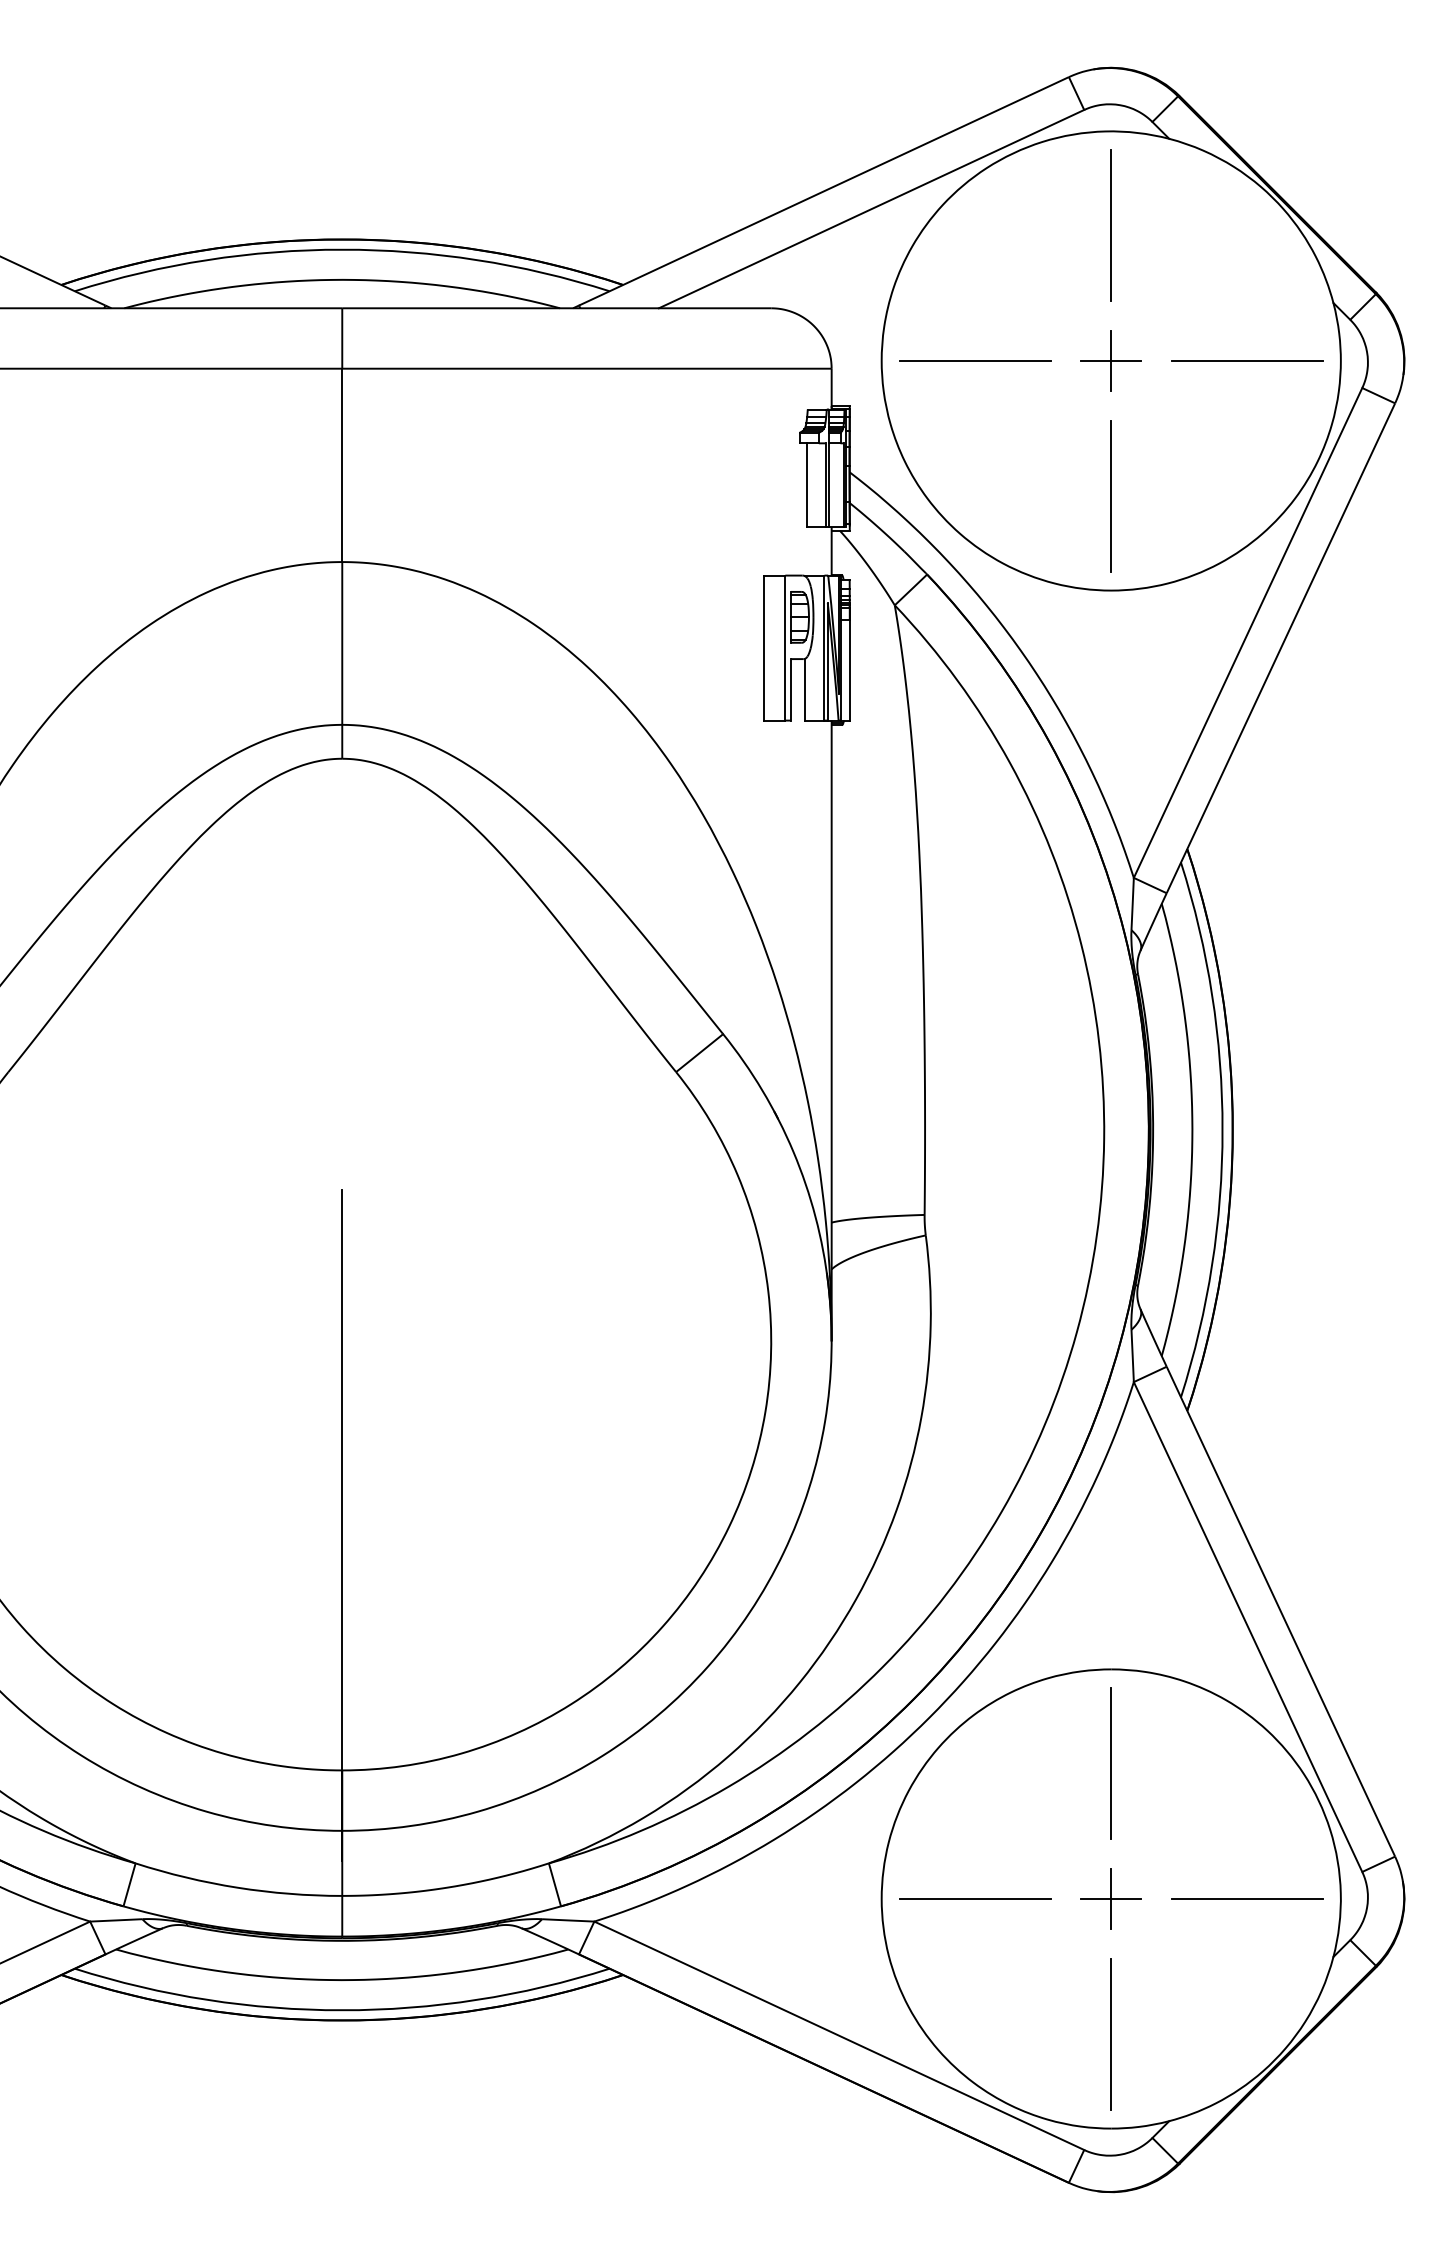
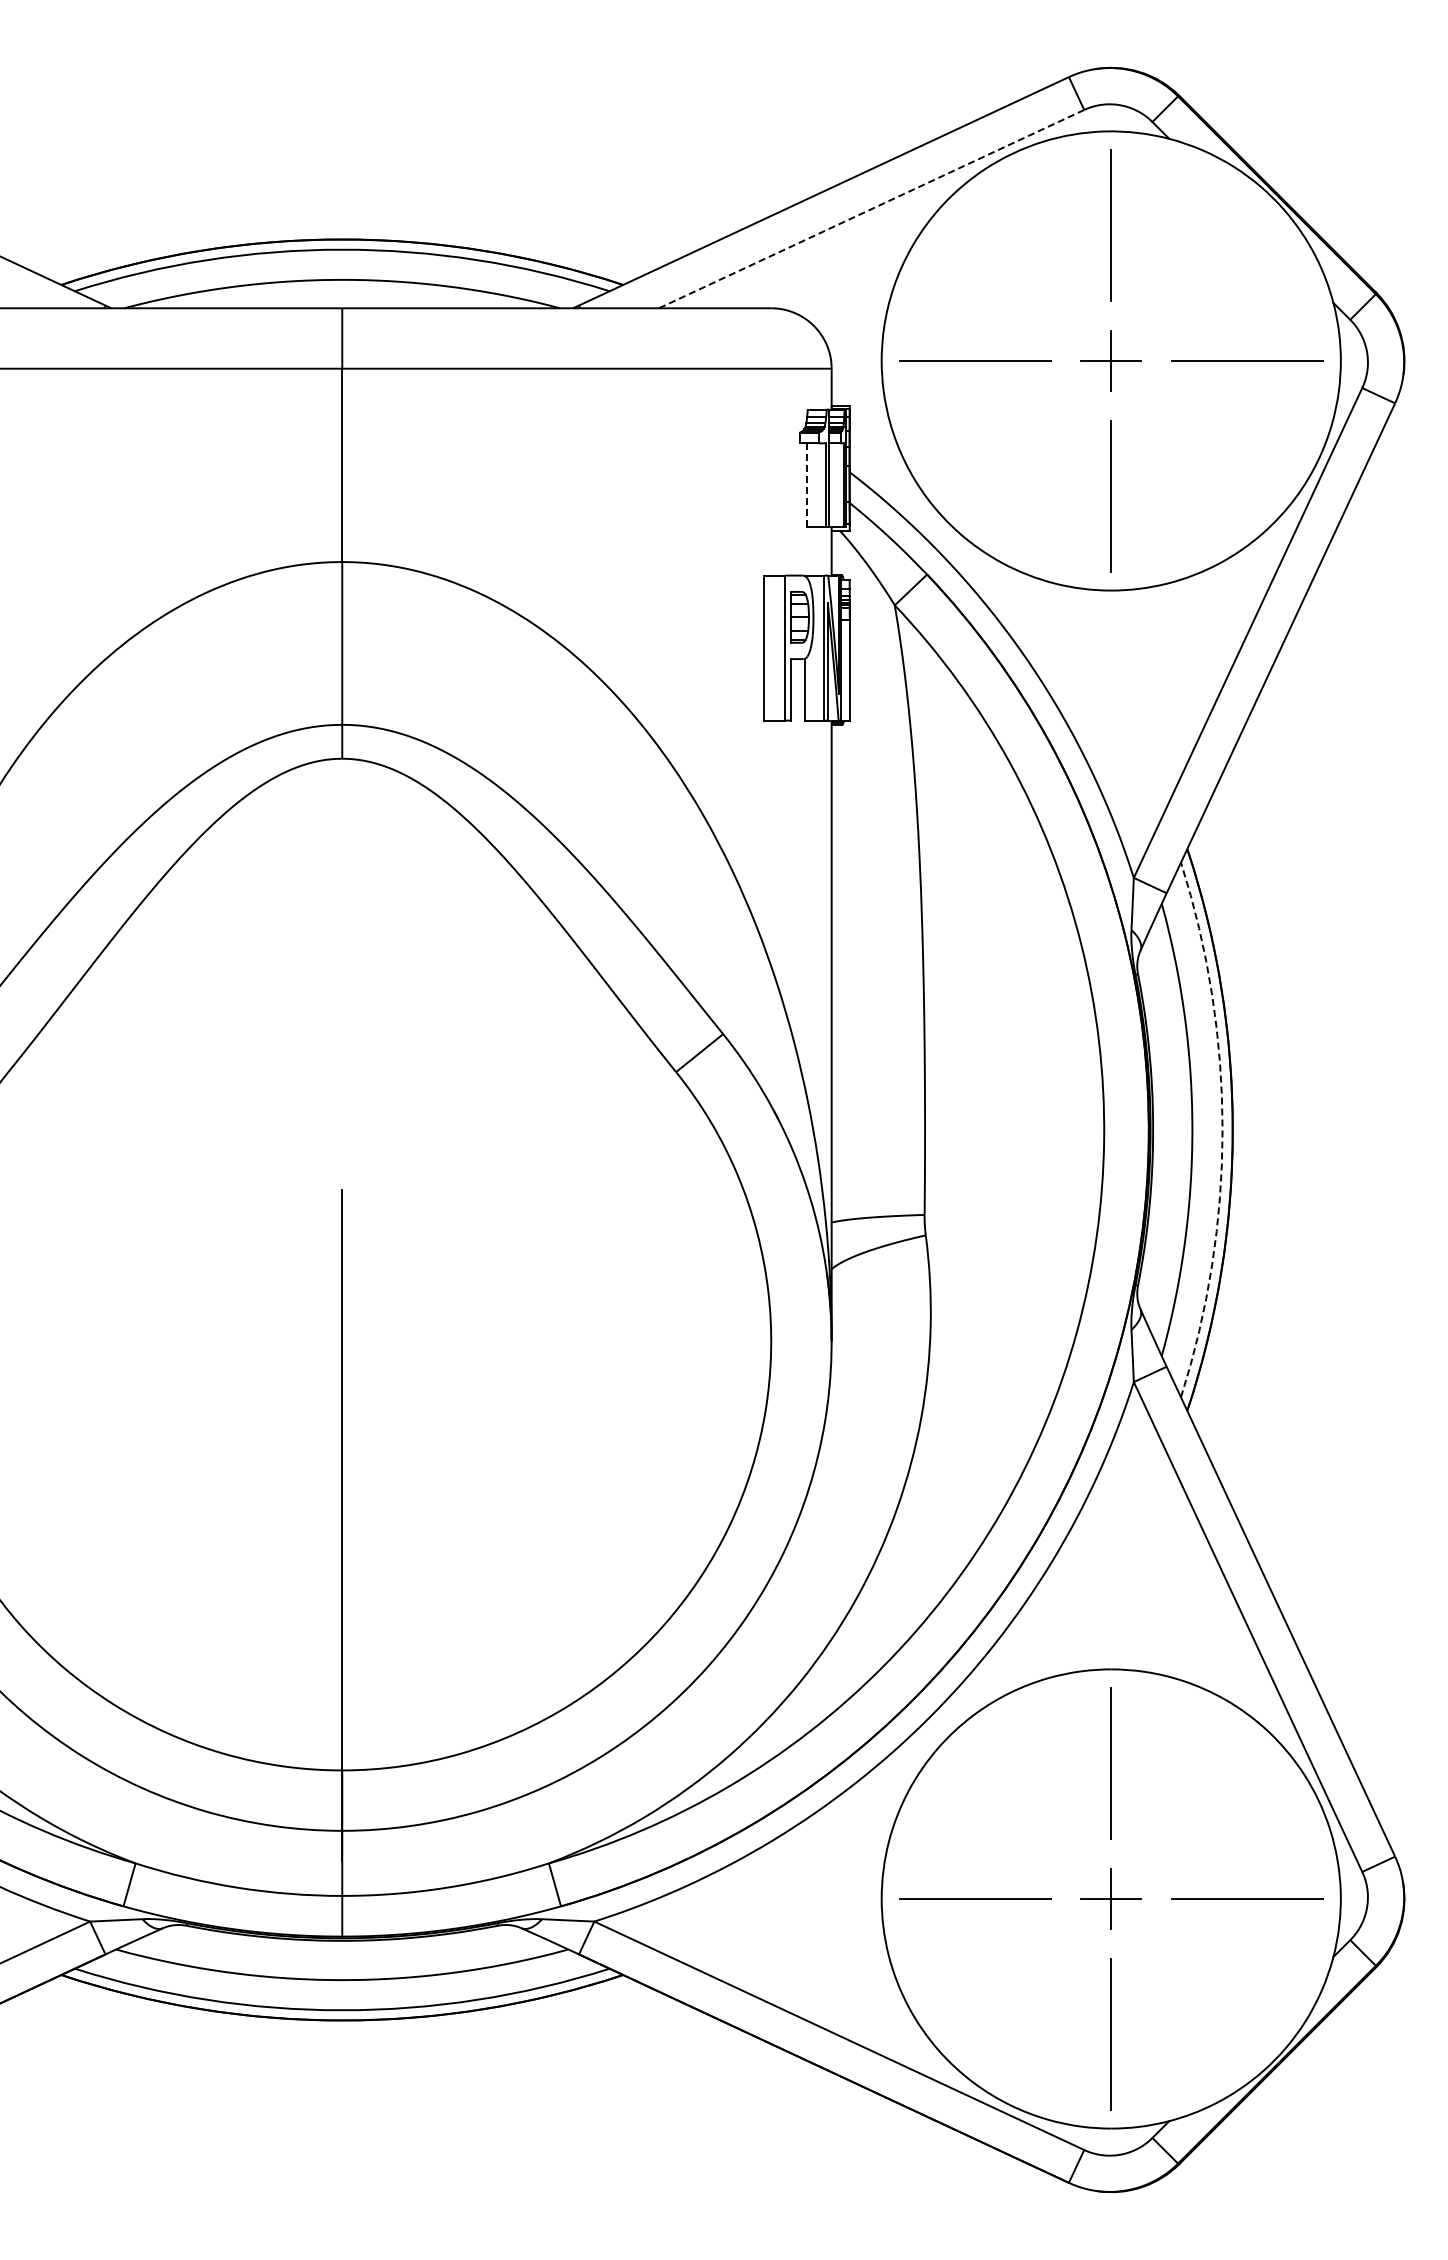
line at (871, 209): solid -> dashed
line at (806, 485): solid -> dashed
arc at (1222, 1129): solid -> dashed
